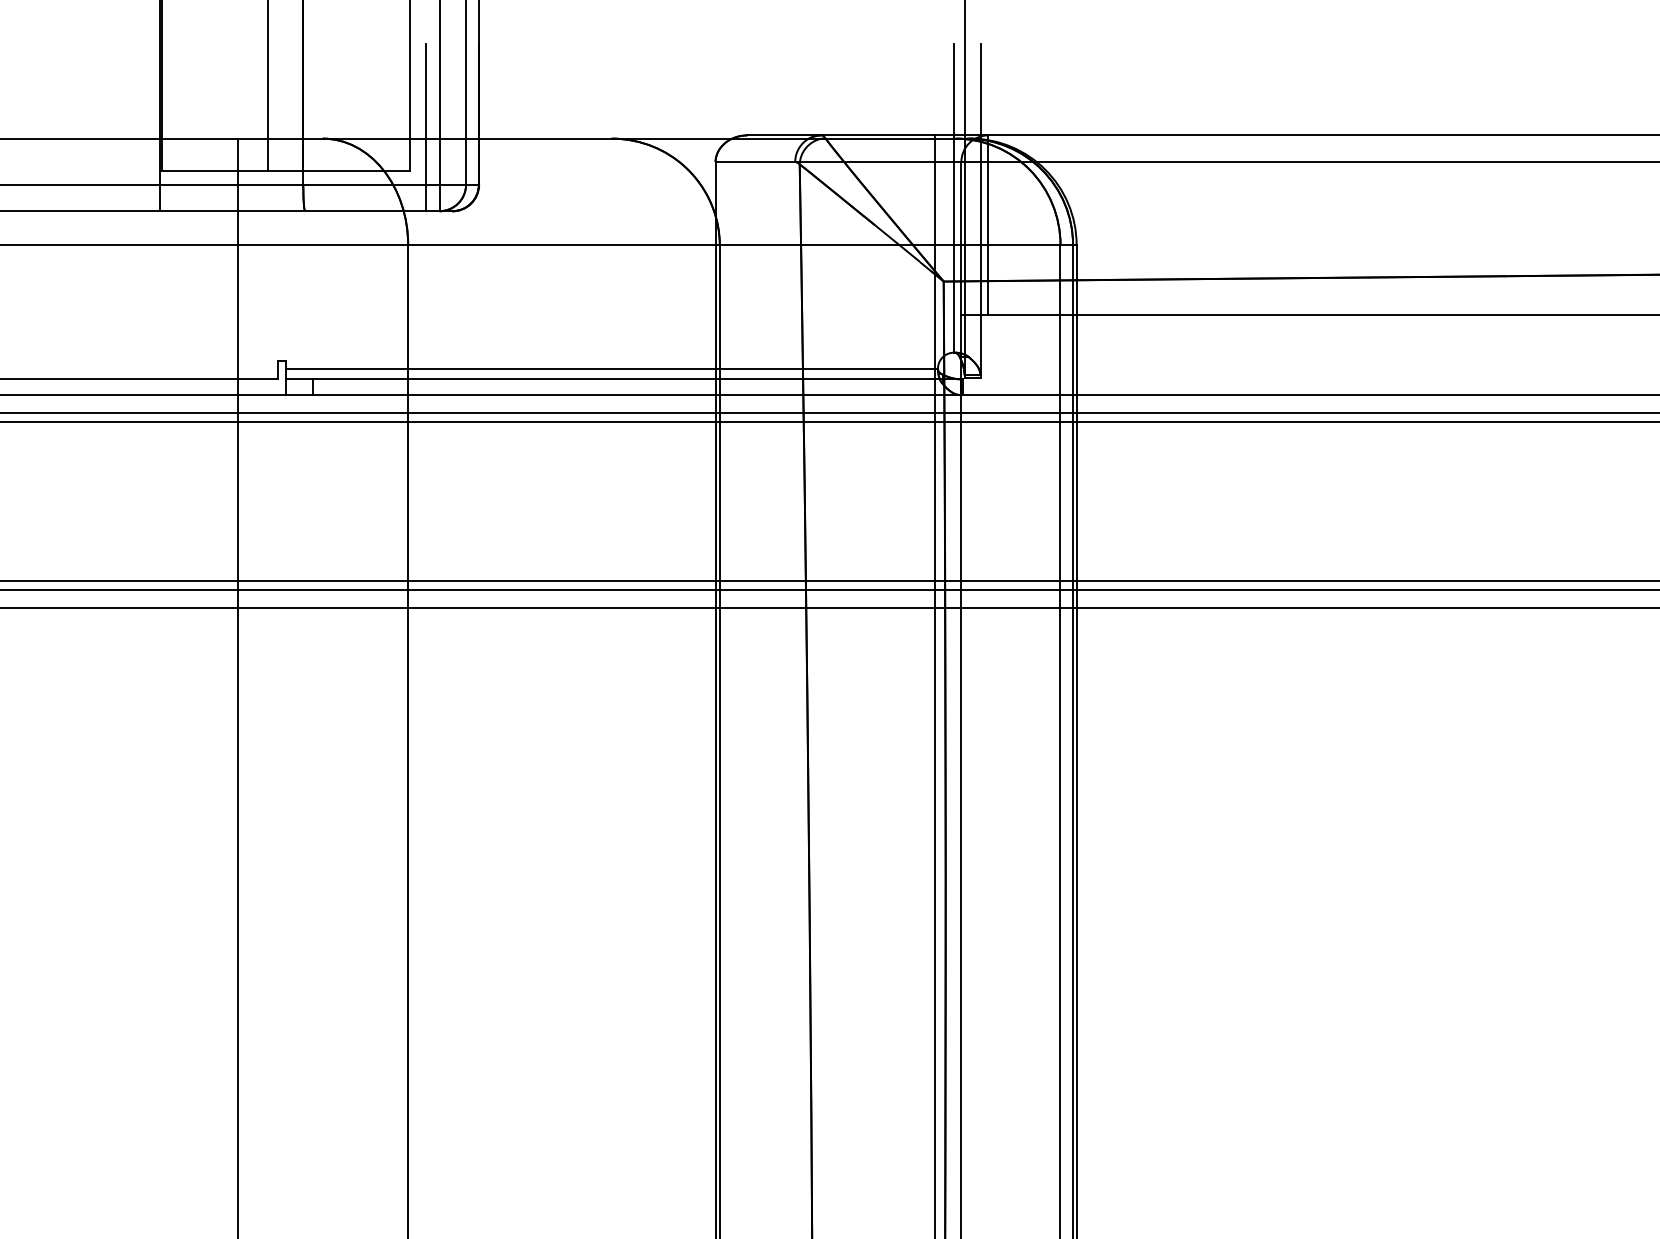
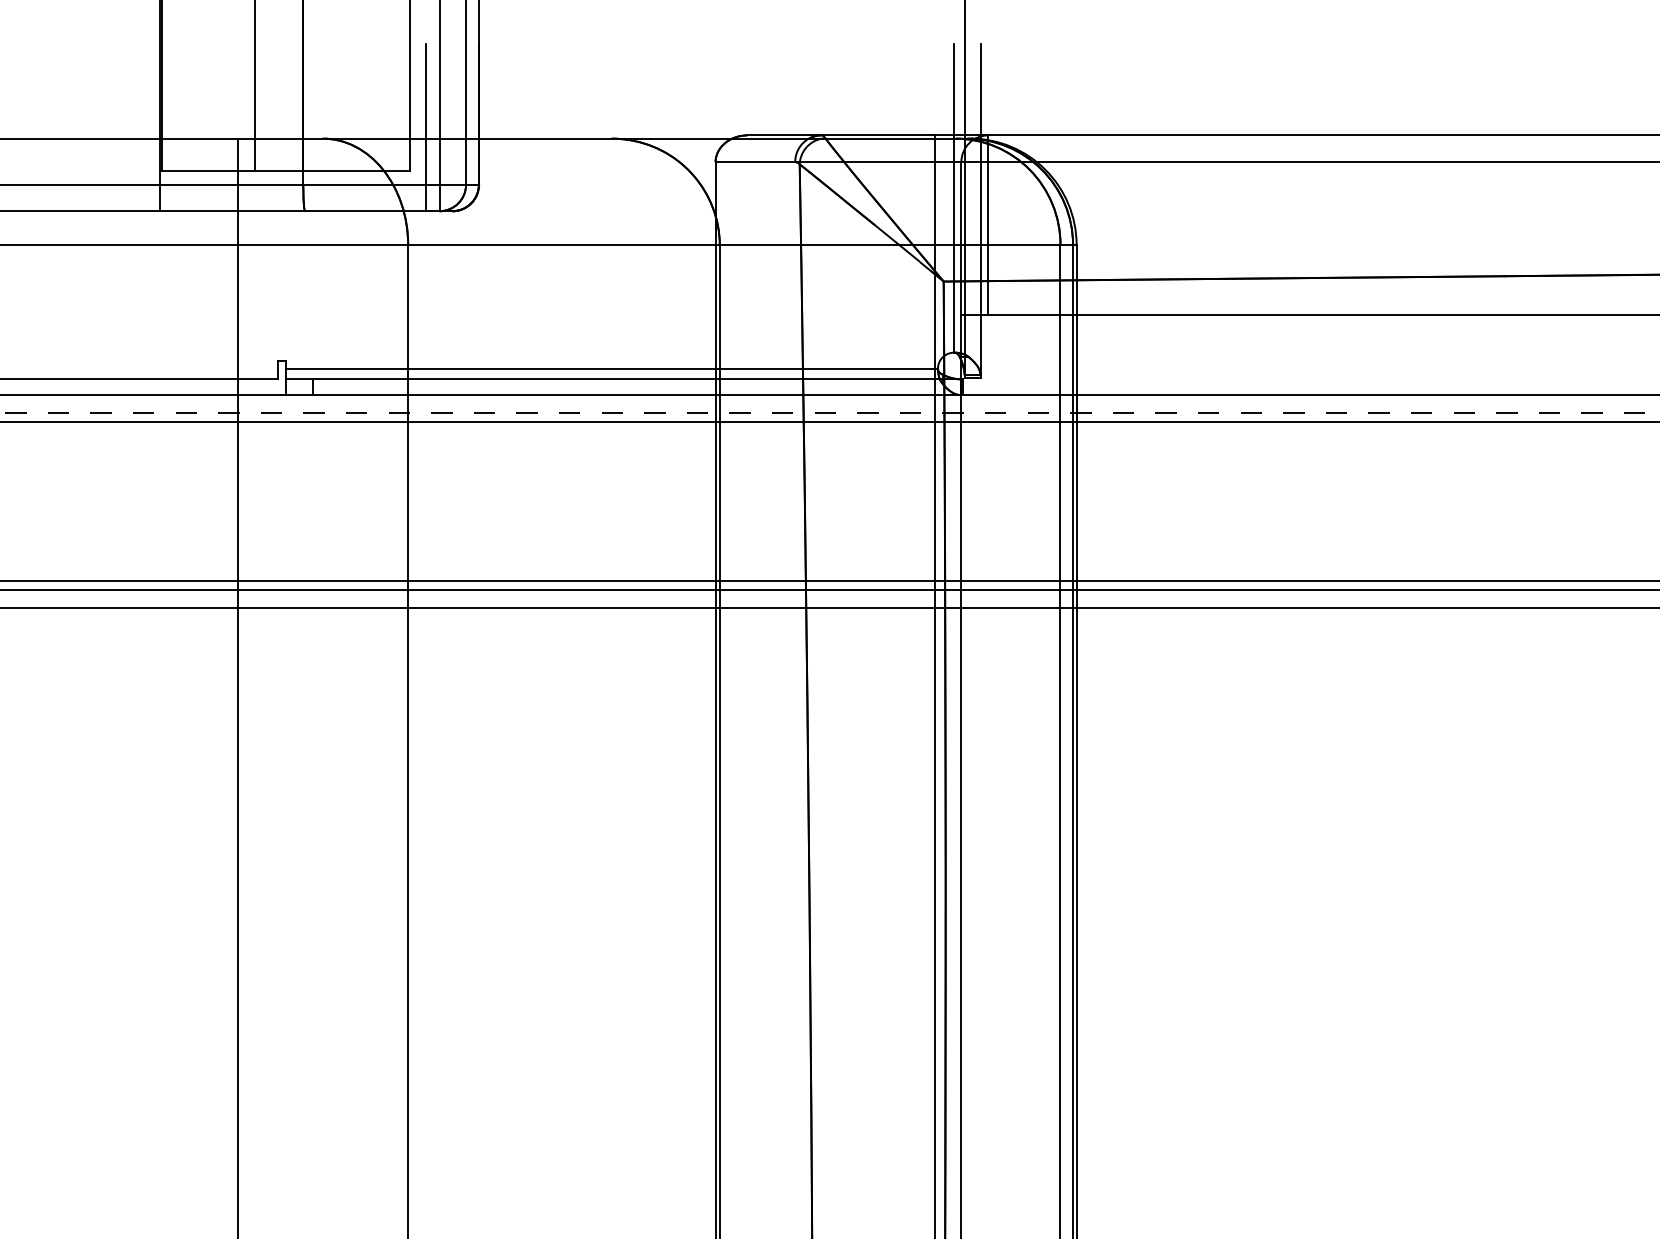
line at (268, 86) position: (268, 86) -> (255, 86)
line at (829, 412): solid -> dashed
